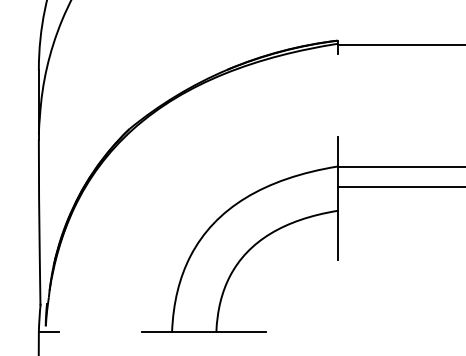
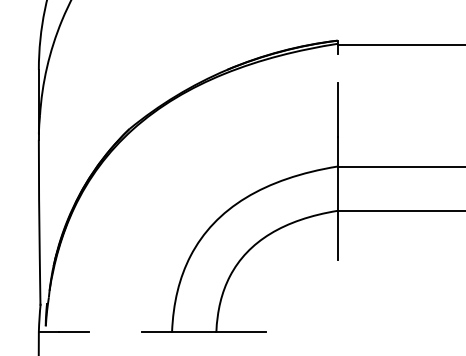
line at (337, 109): none -> present
line at (399, 186) position: (399, 186) -> (399, 210)
line at (73, 332): none -> present
